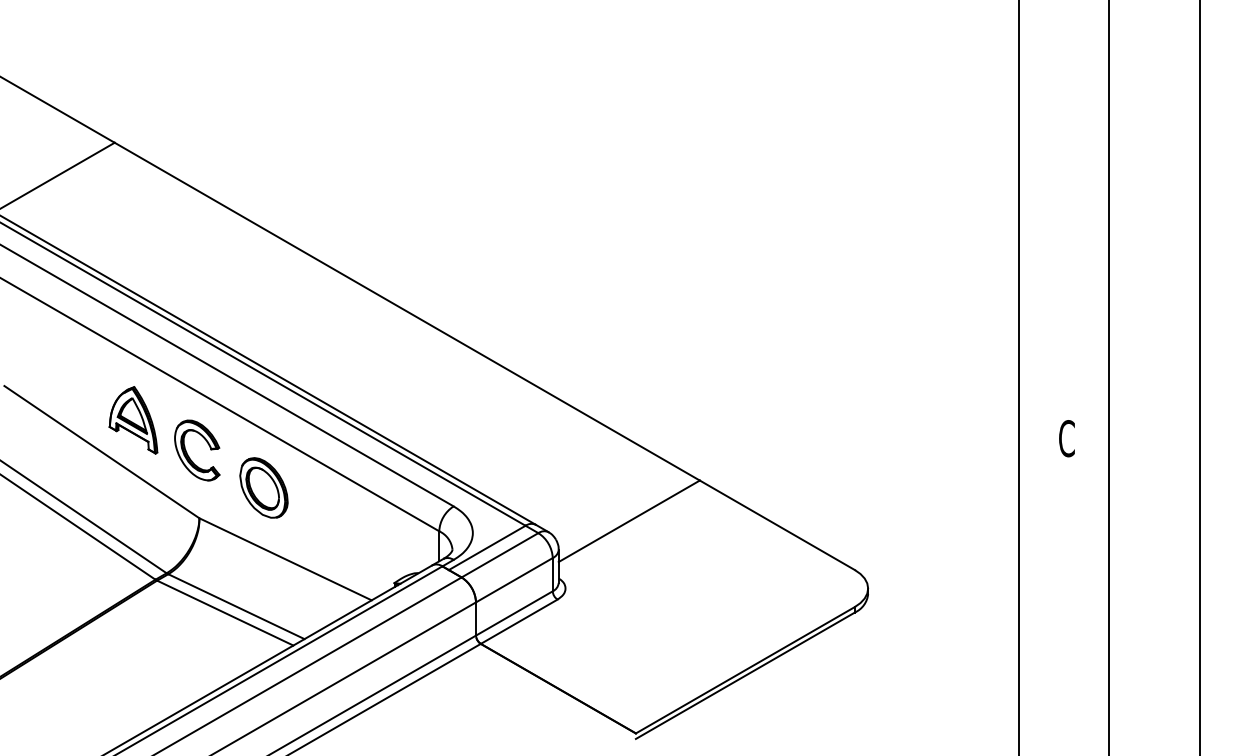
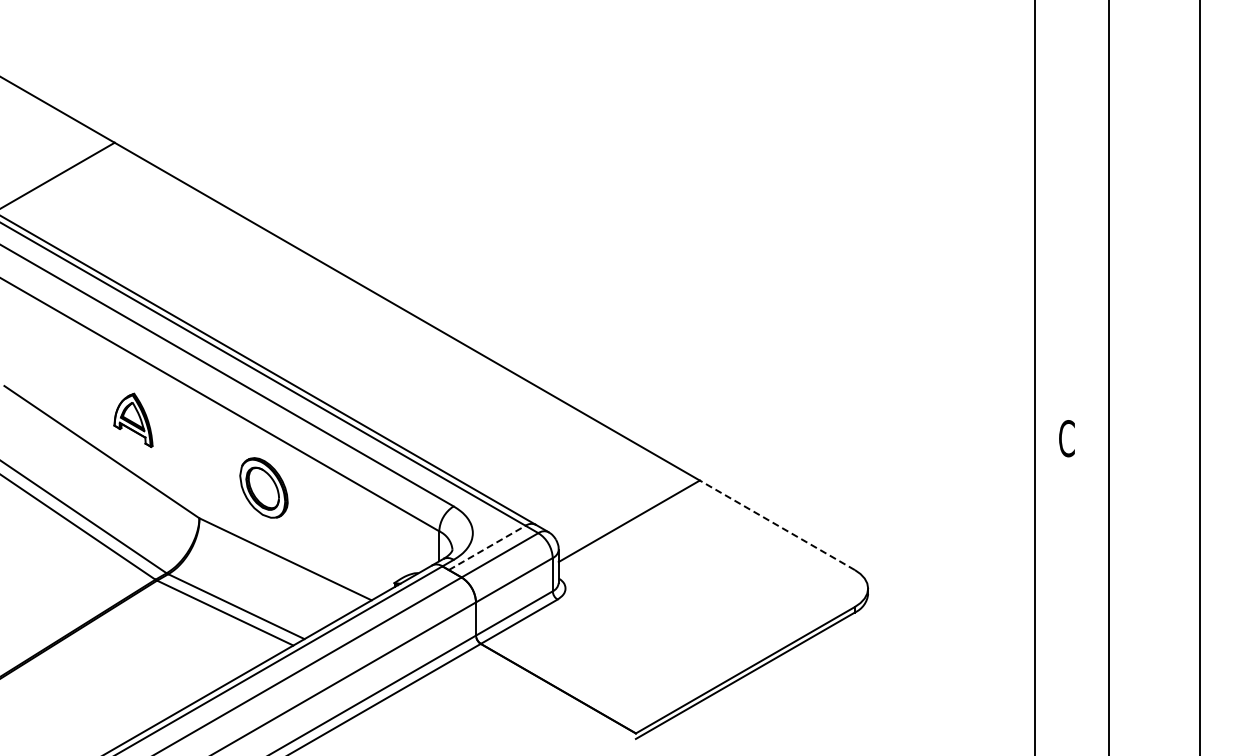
line at (1019, 377) position: (1019, 377) -> (1035, 377)
part at (133, 420) size: 51x69 px -> 41x56 px
part at (188, 454): present -> none
line at (777, 525): solid -> dashed
line at (487, 547): solid -> dashed
